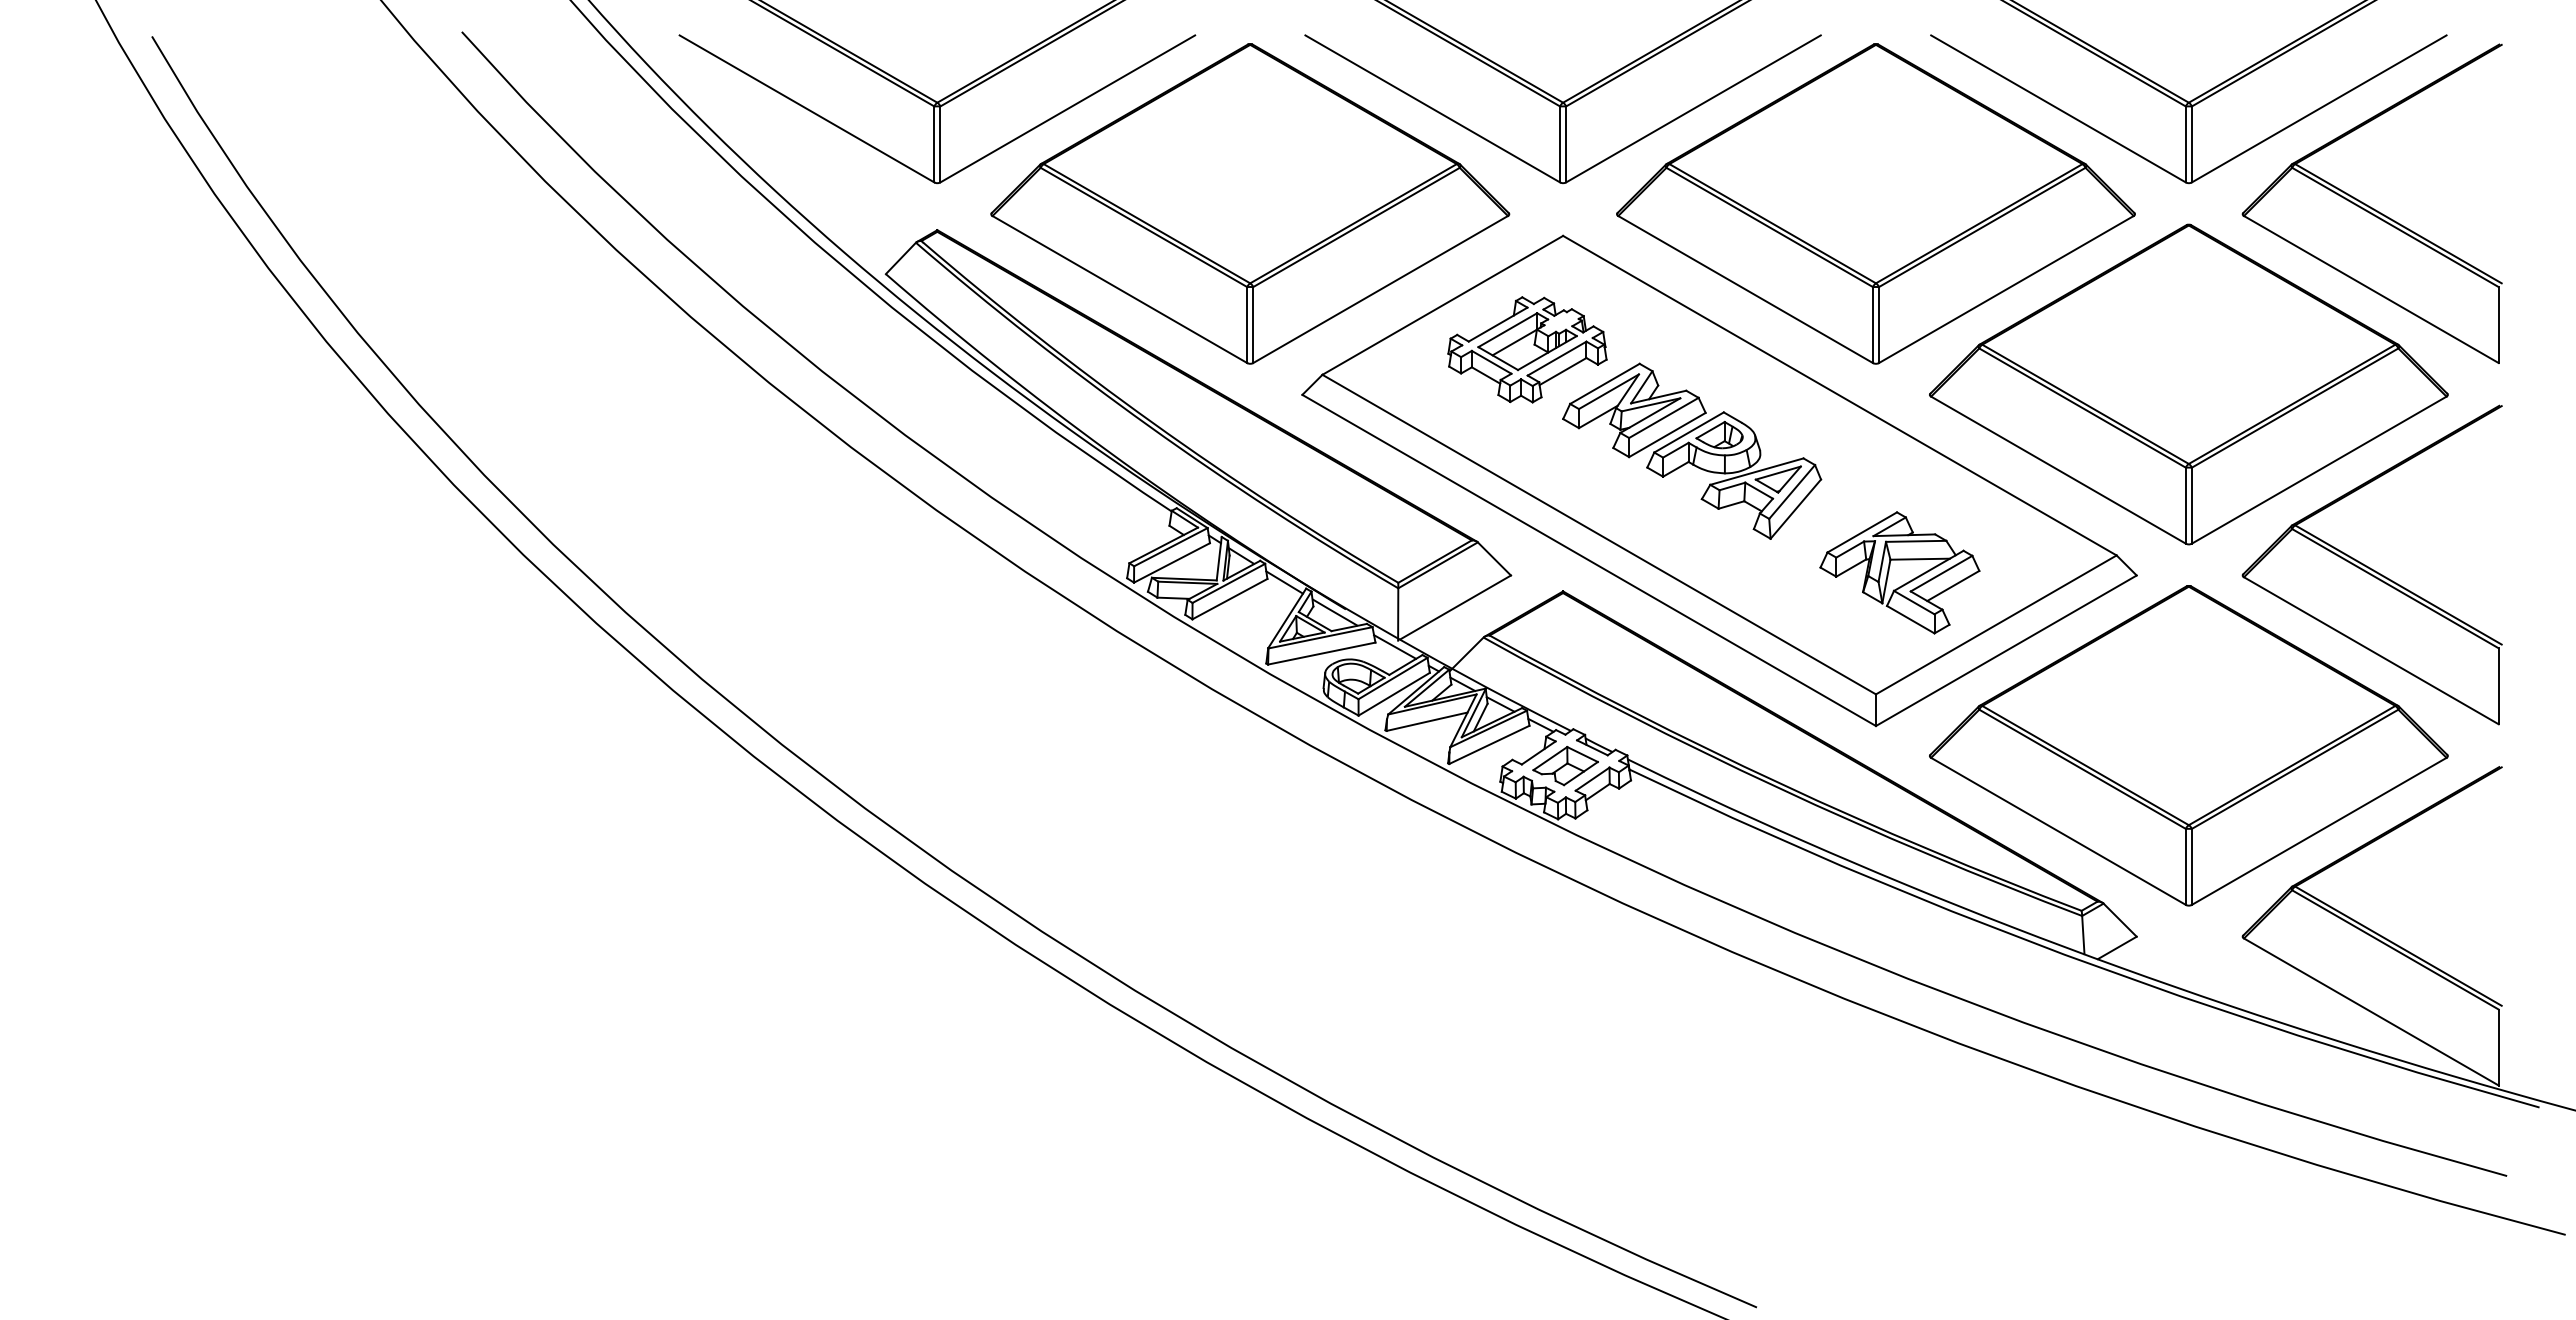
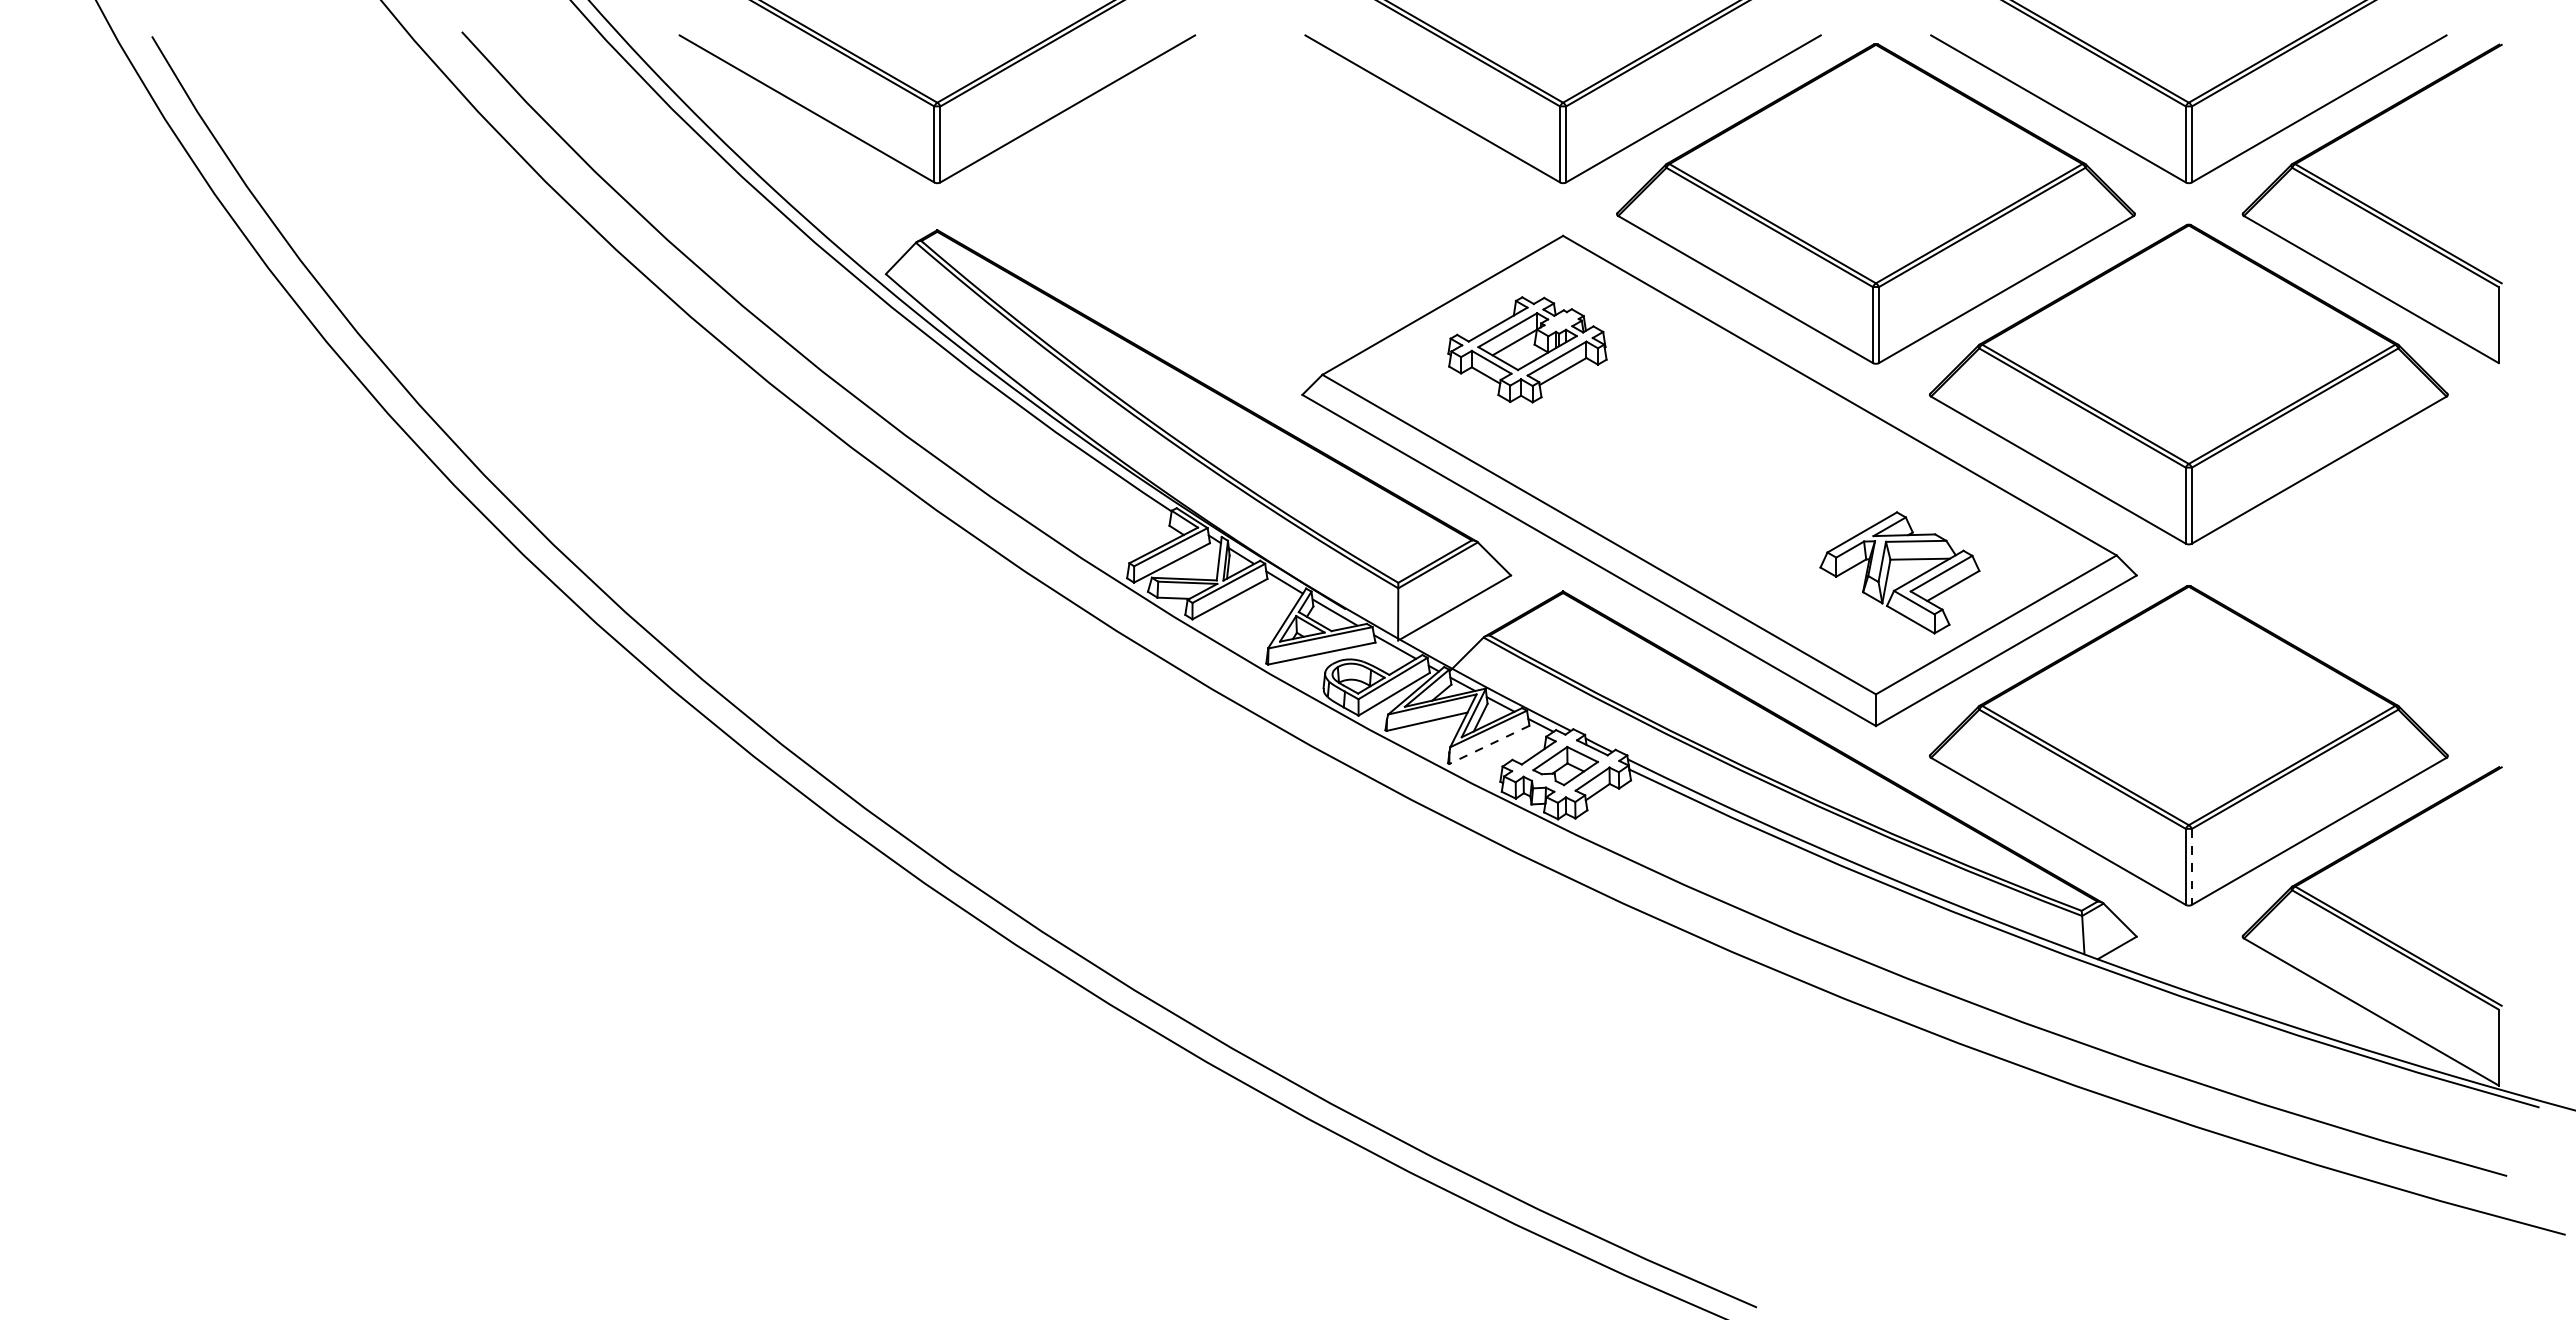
part at (1250, 203): present -> none
part at (1692, 450): present -> none
part at (2371, 564): present -> none
line at (1488, 745): solid -> dashed
line at (2191, 866): solid -> dashed
